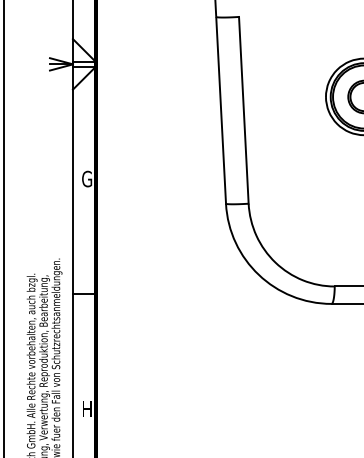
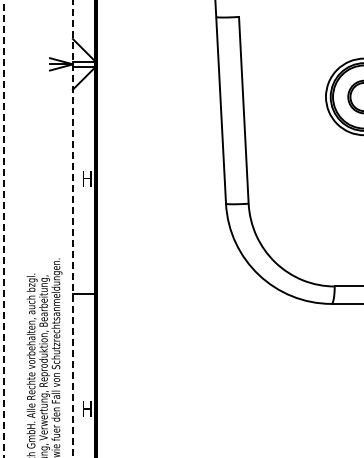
text at (87, 178): G -> H
line at (4, 228): solid -> dashed
line at (72, 229): solid -> dashed
